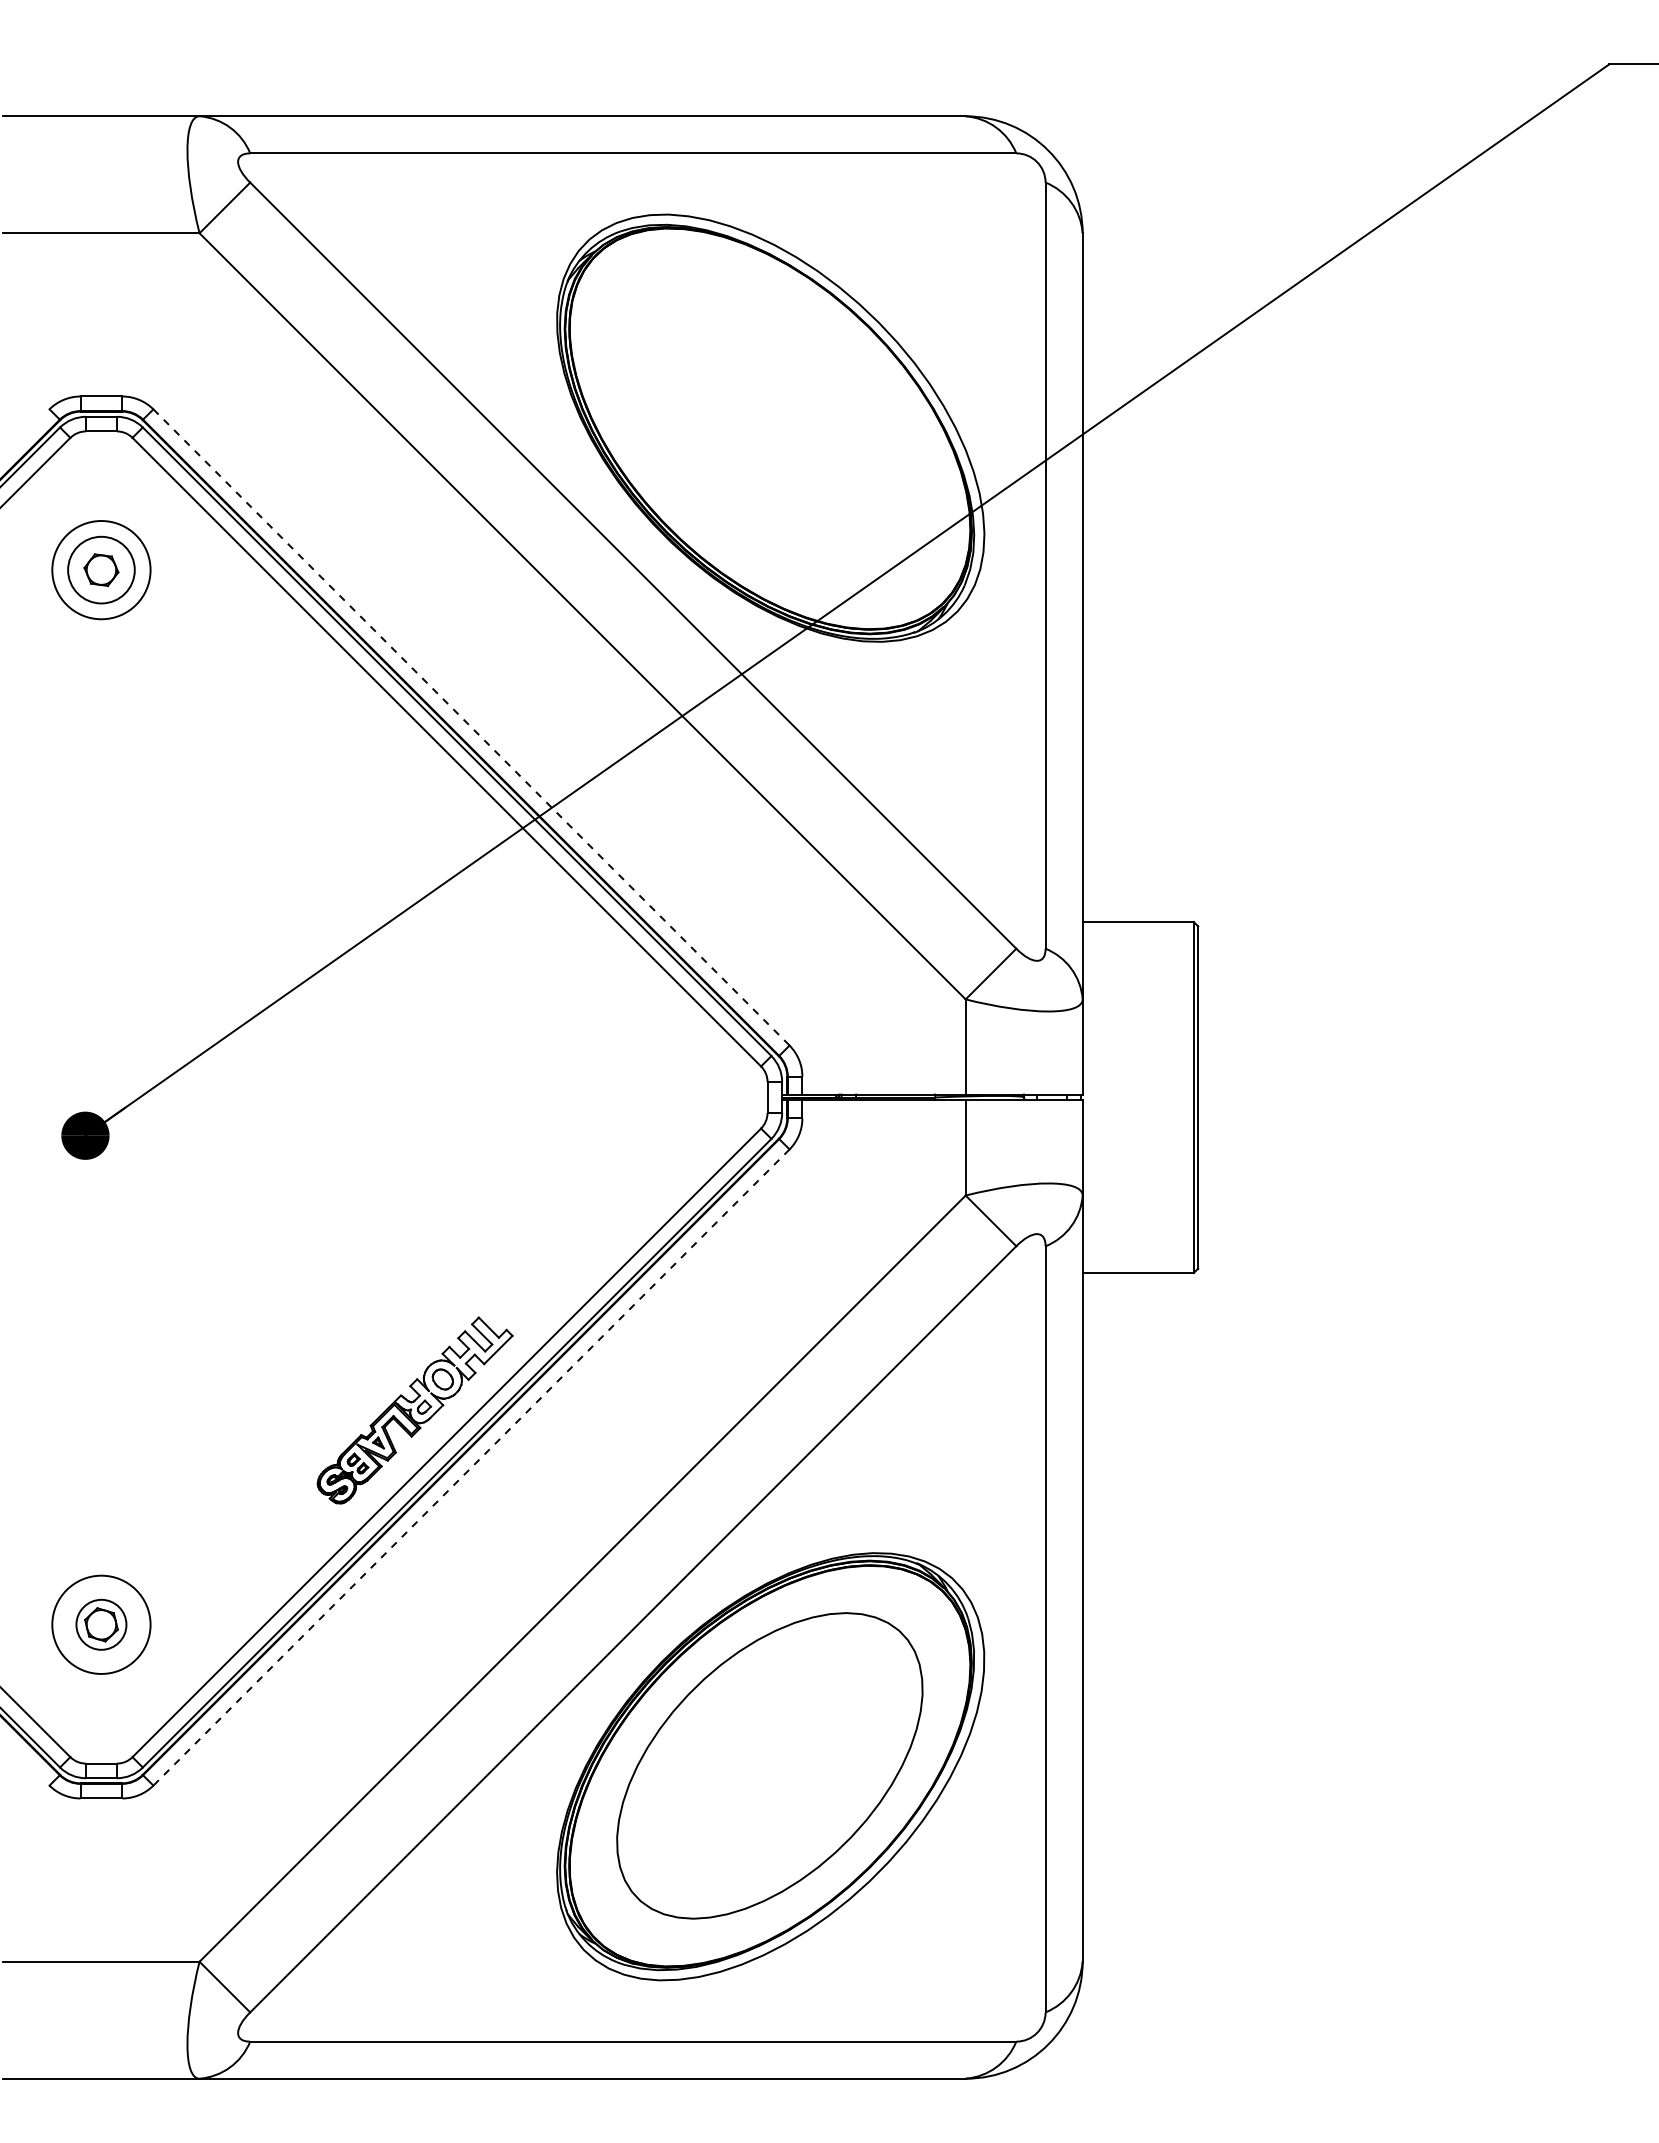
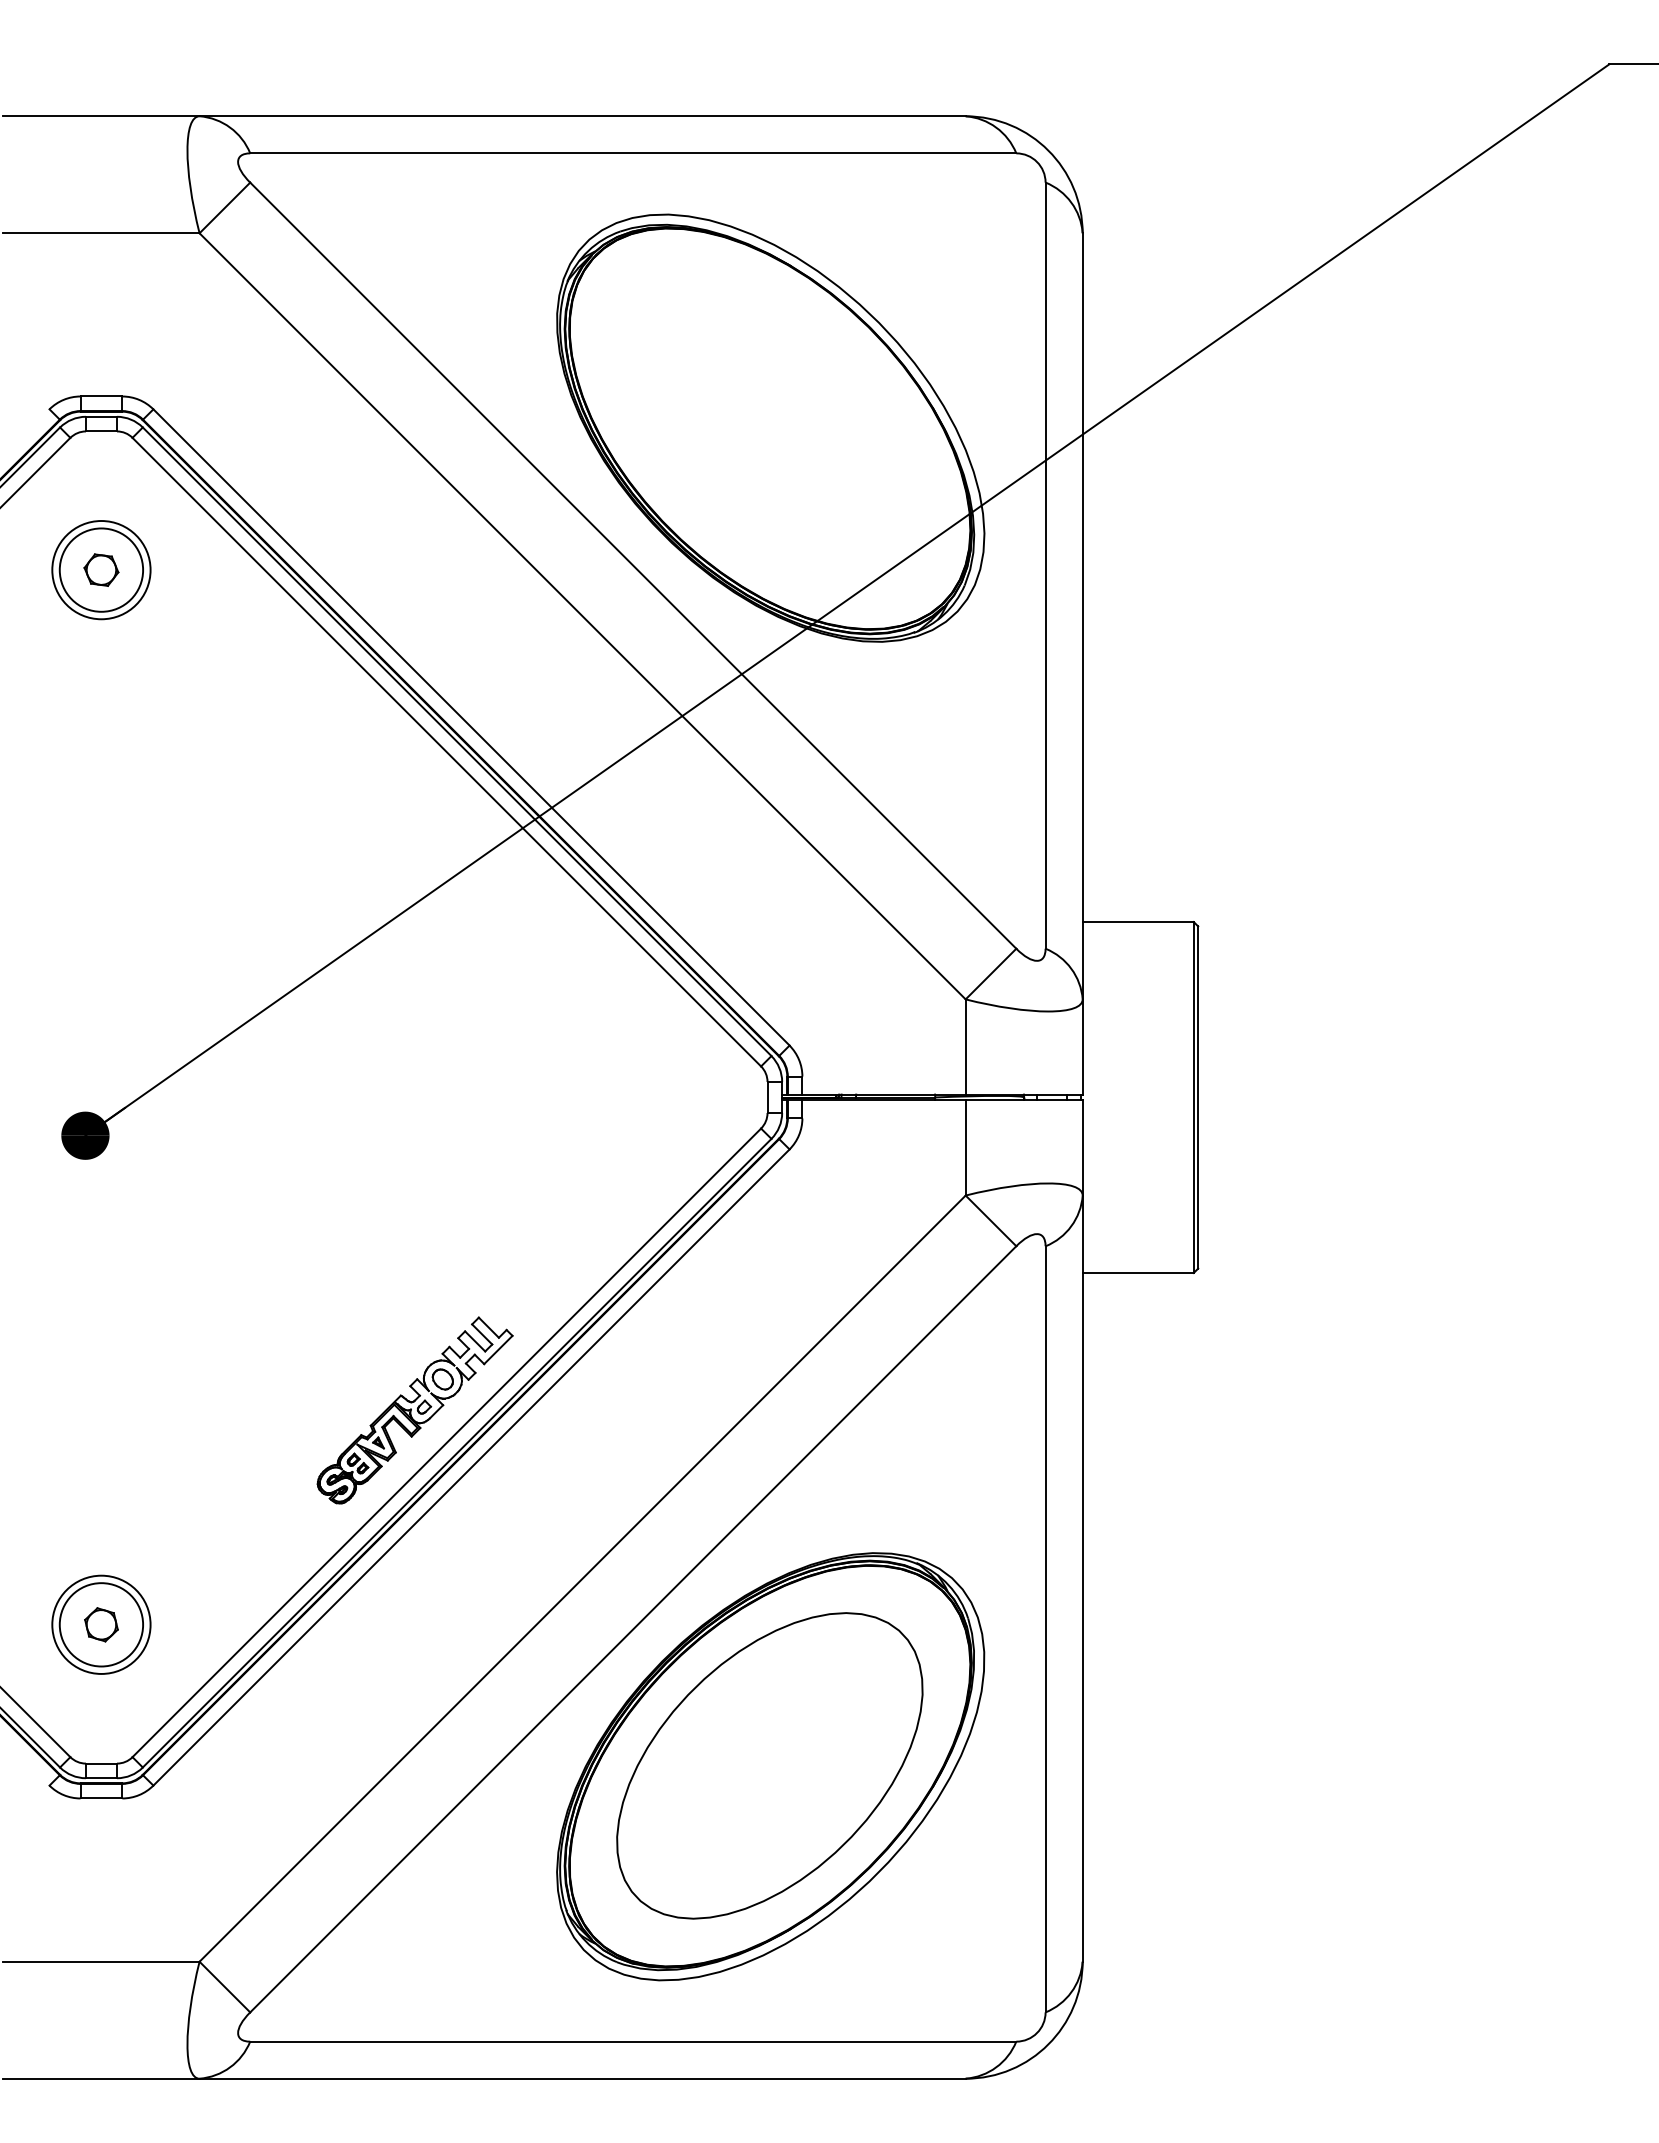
circle at (101, 569) diameter: 67 px -> 83 px
line at (471, 727): dashed -> solid
line at (471, 1467): dashed -> solid
circle at (101, 1624) diameter: 50 px -> 83 px
